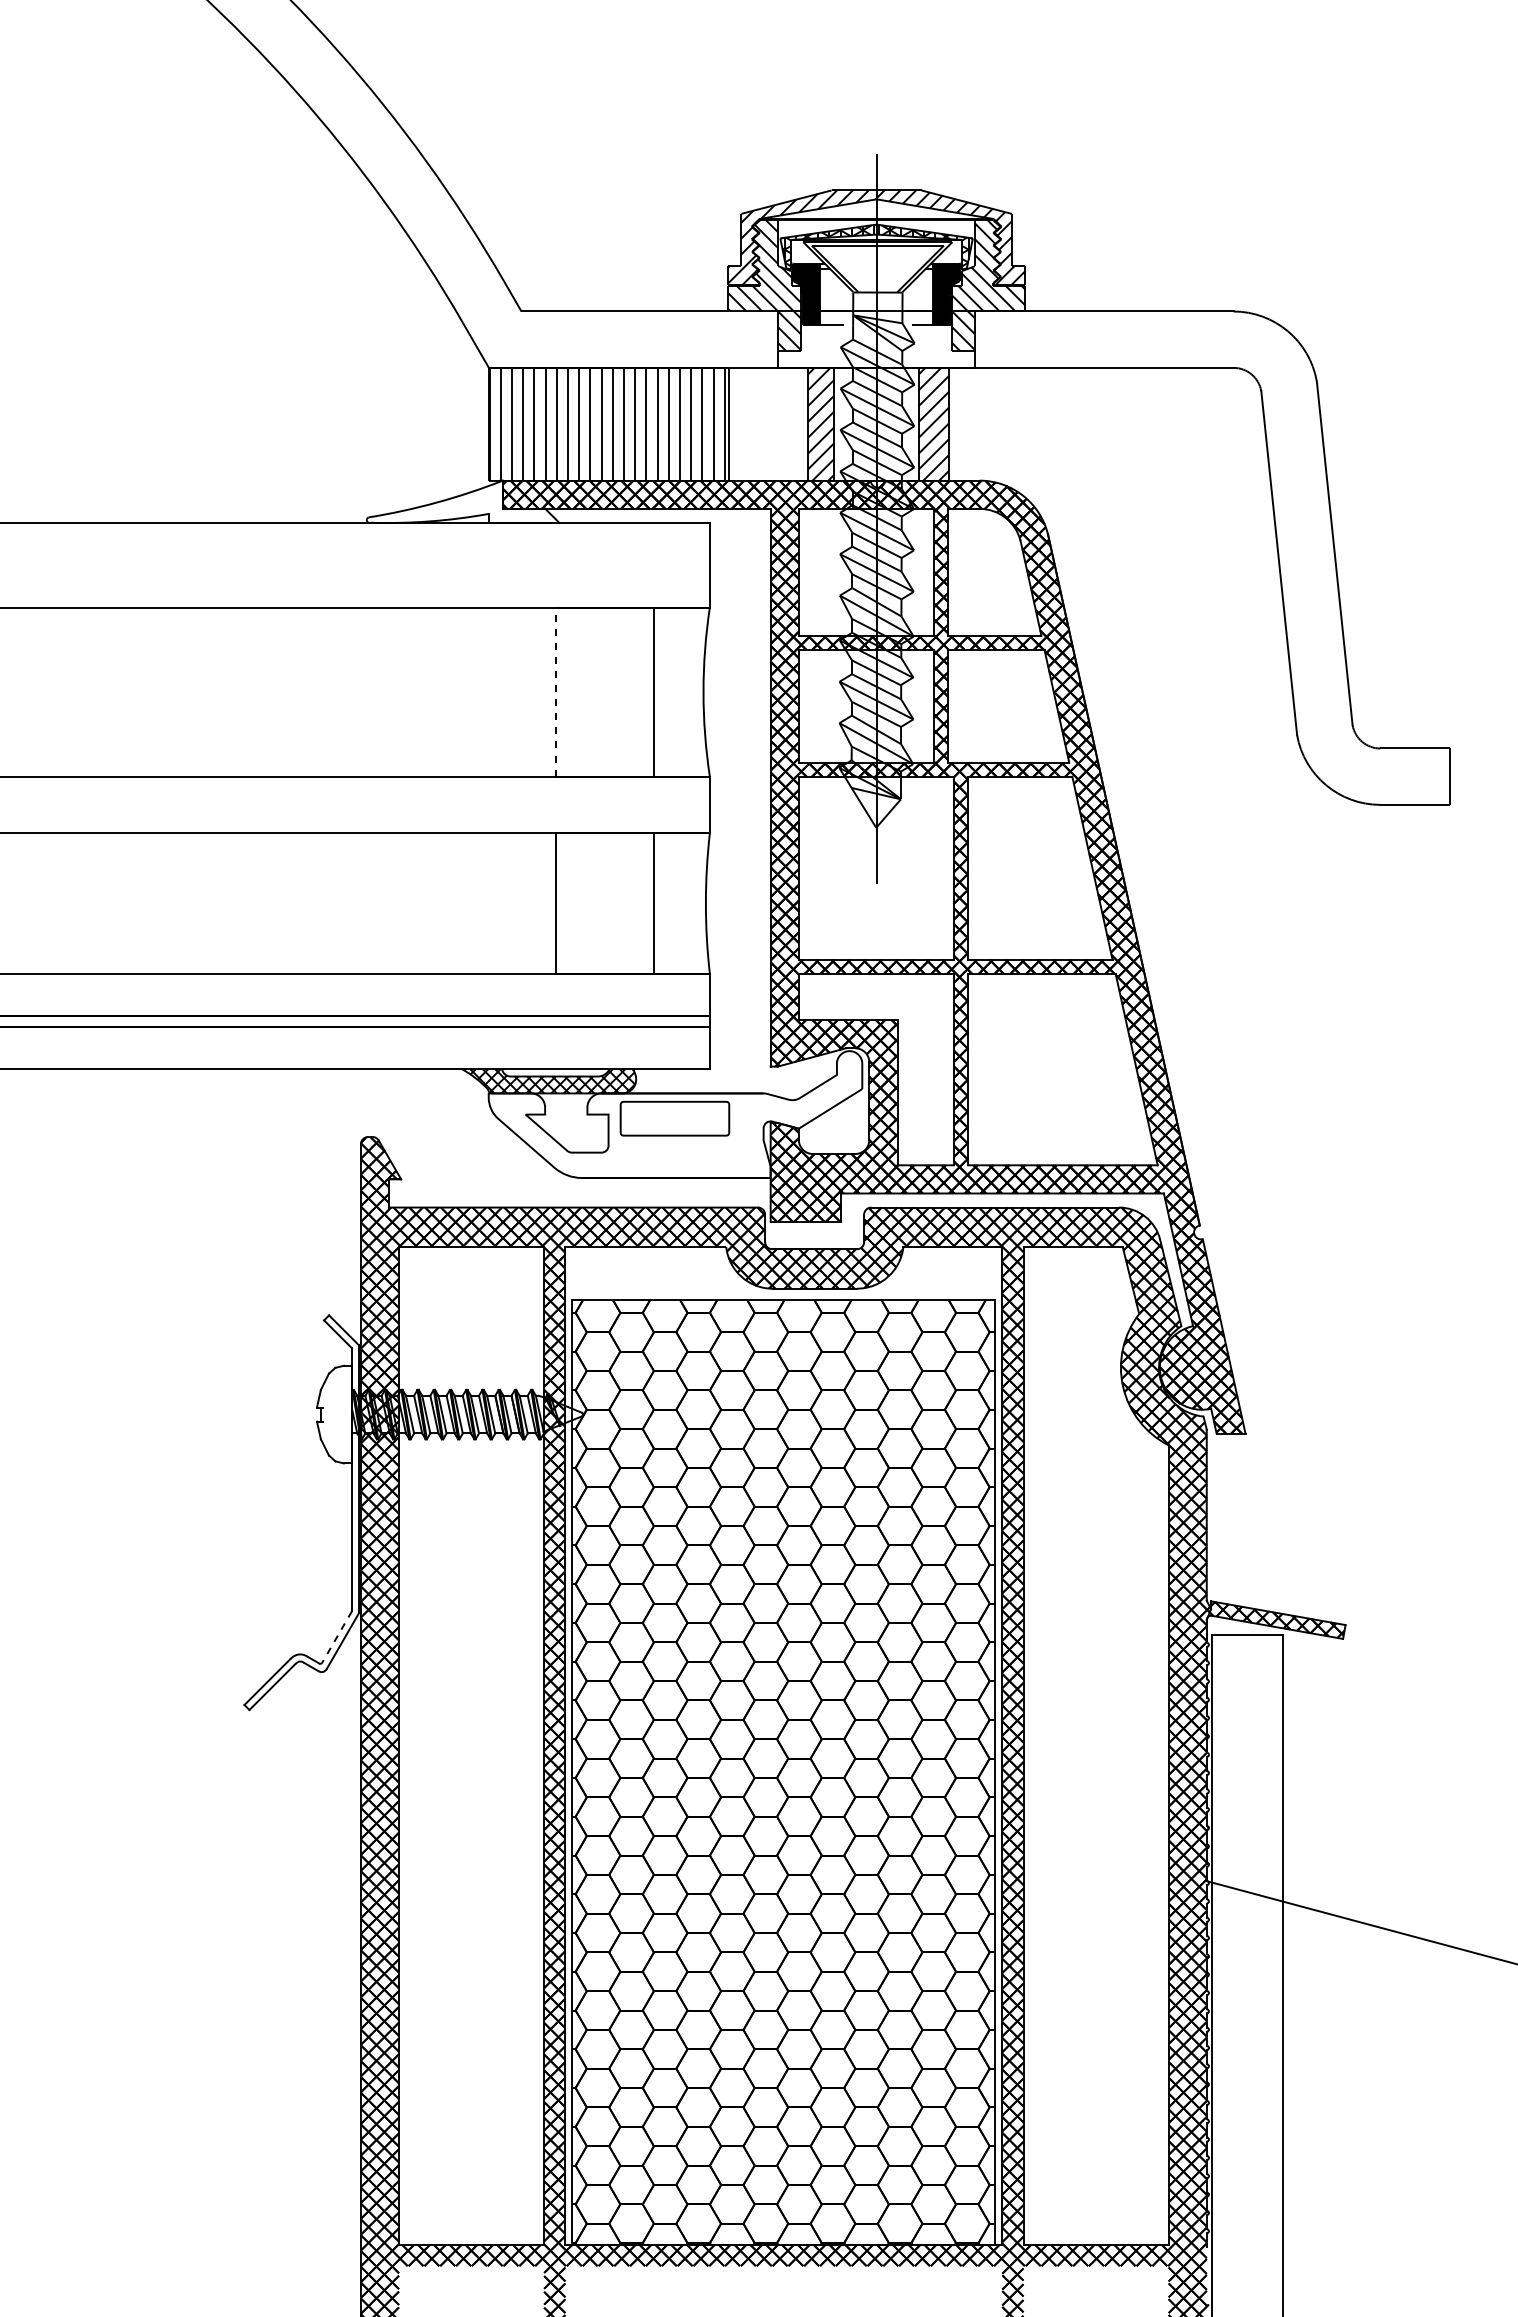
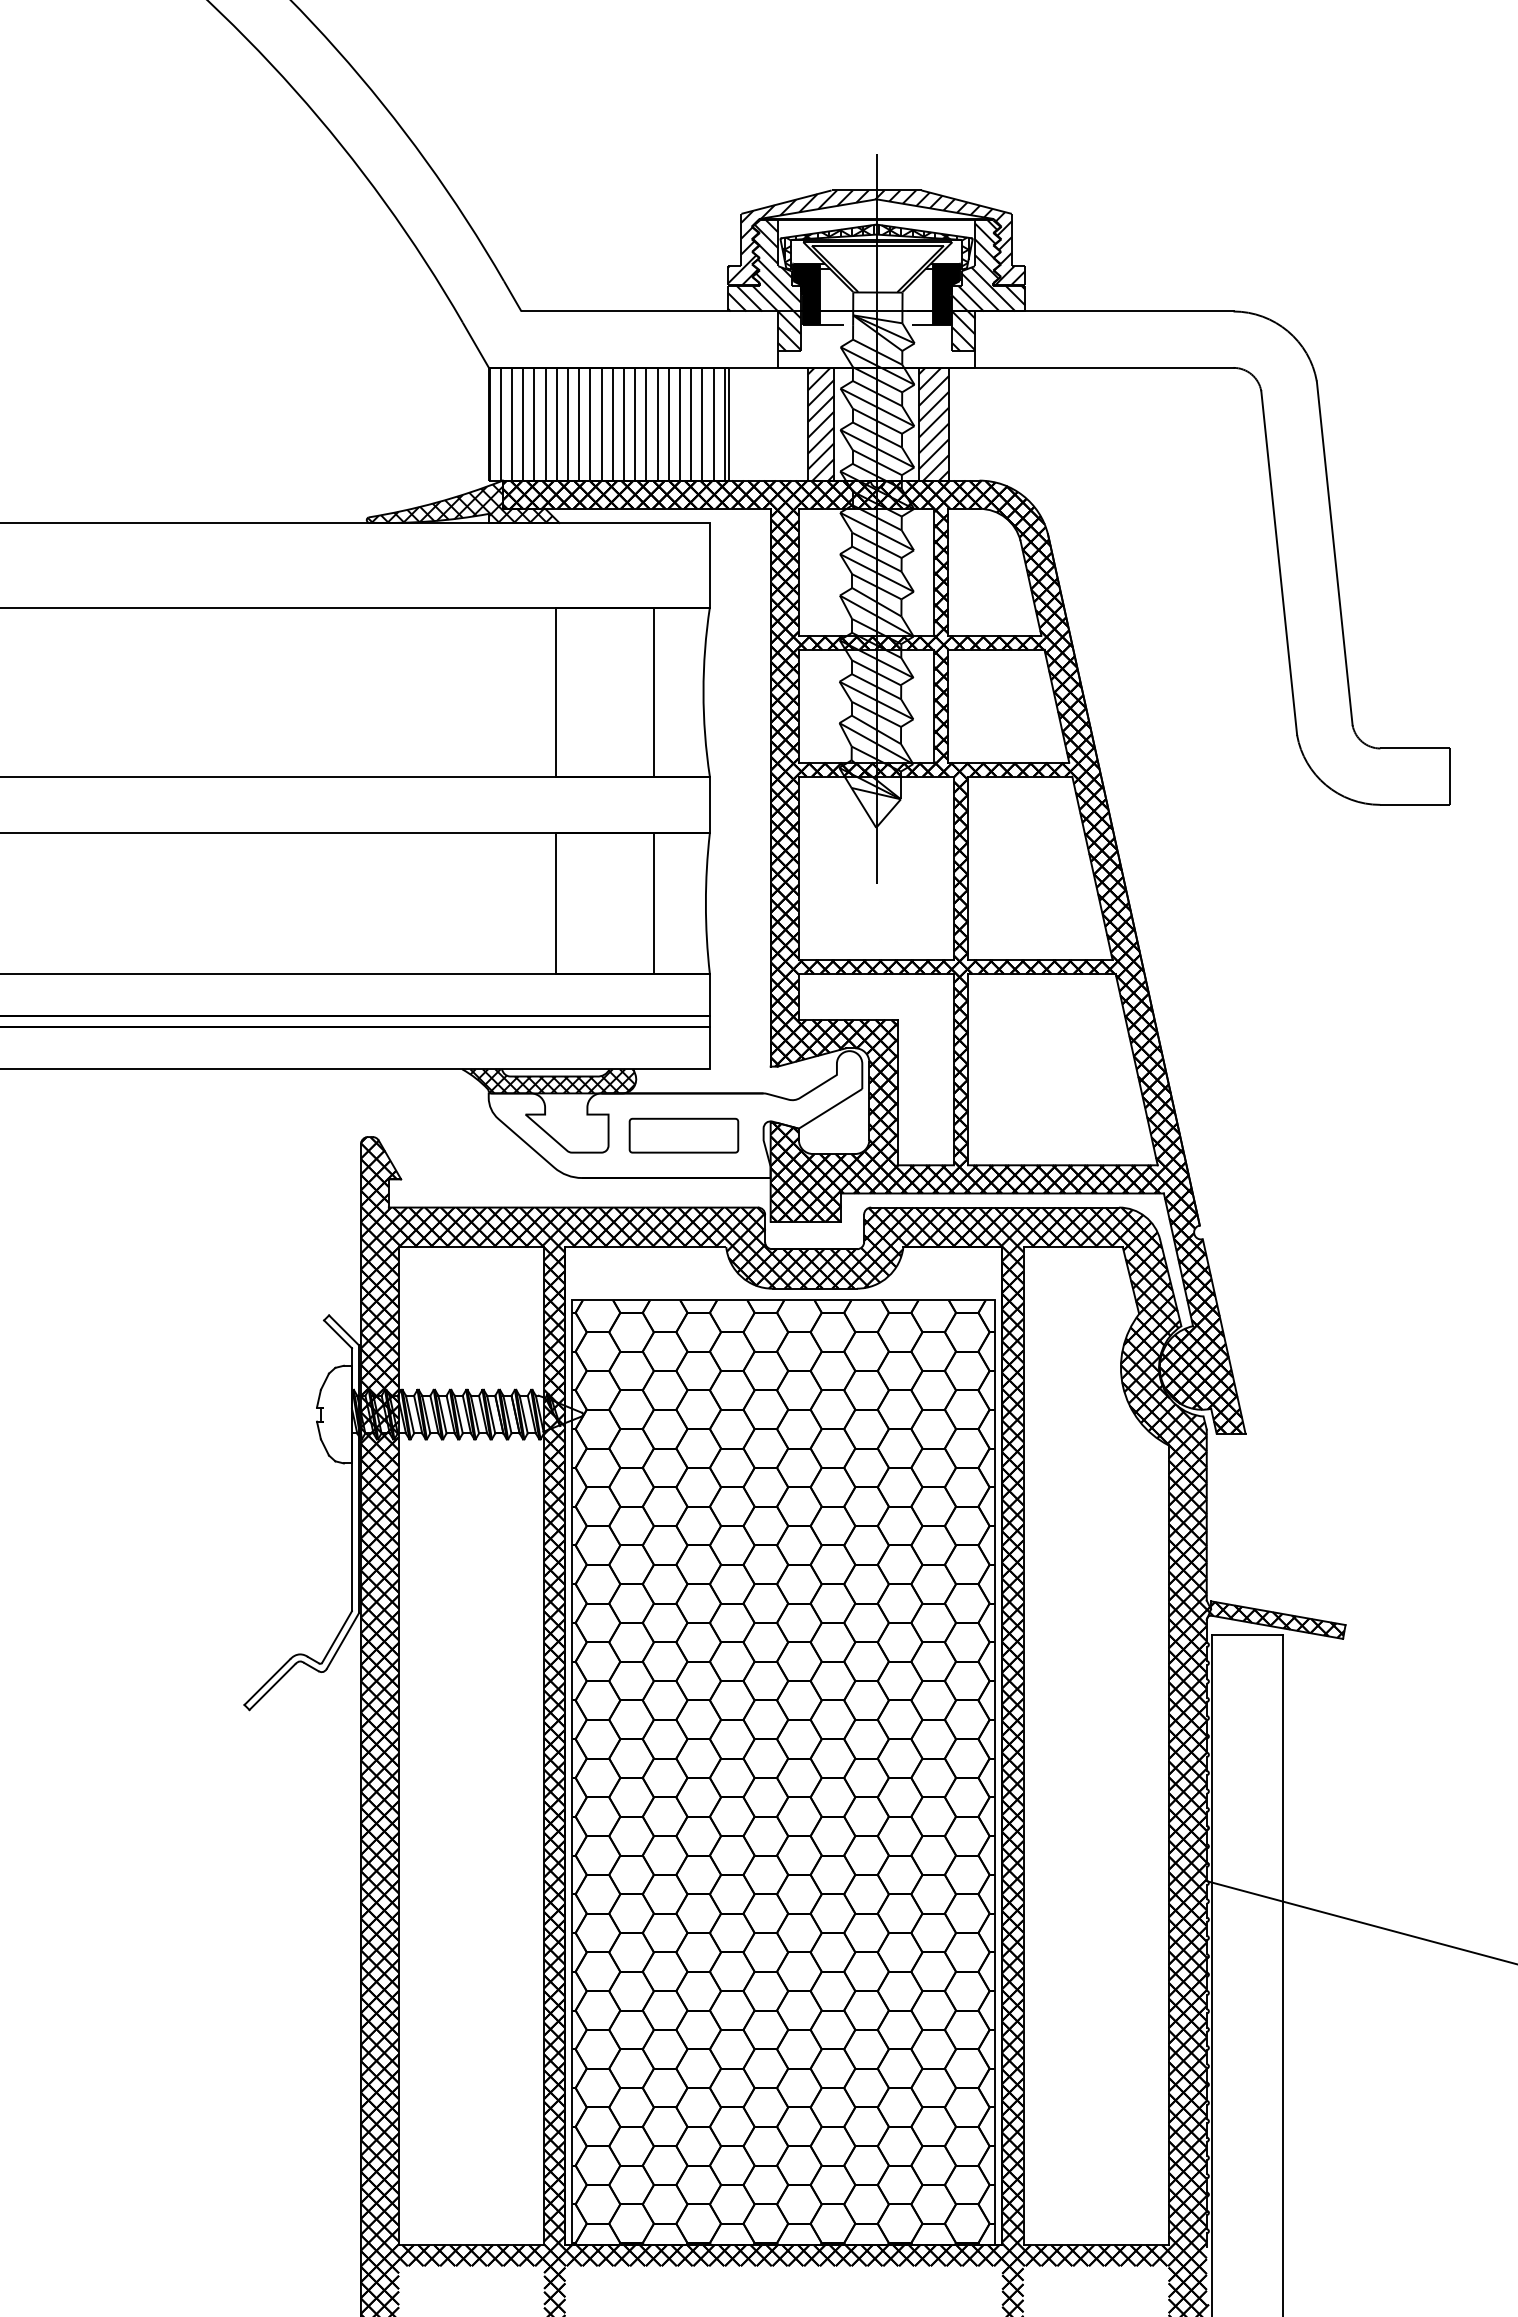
hatch at (459, 503): none -> present
line at (556, 692): dashed -> solid
part at (674, 1118) position: (674, 1118) -> (683, 1135)
line at (337, 1637): dashed -> solid
